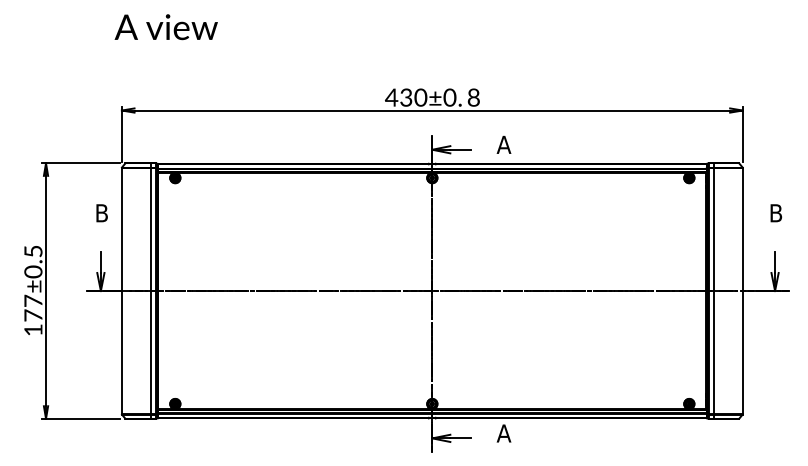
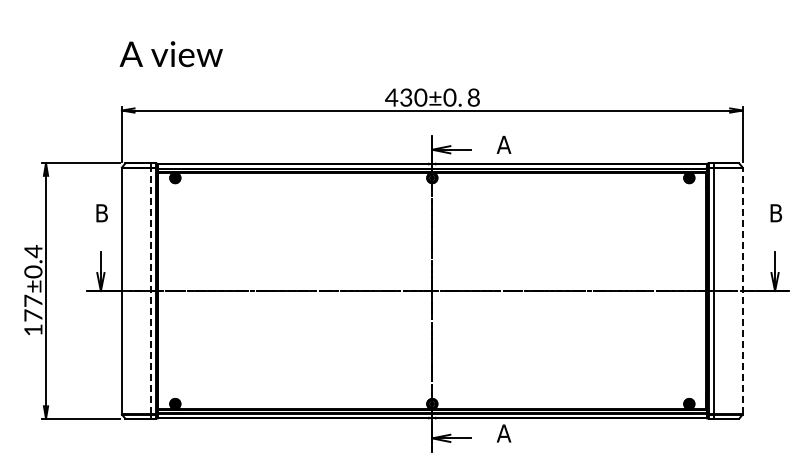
text at (165, 27) position: (165, 27) -> (170, 54)
text at (33, 251): 177±0.5 -> 177±0.4
line at (150, 290): solid -> dashed
line at (742, 290): solid -> dashed
